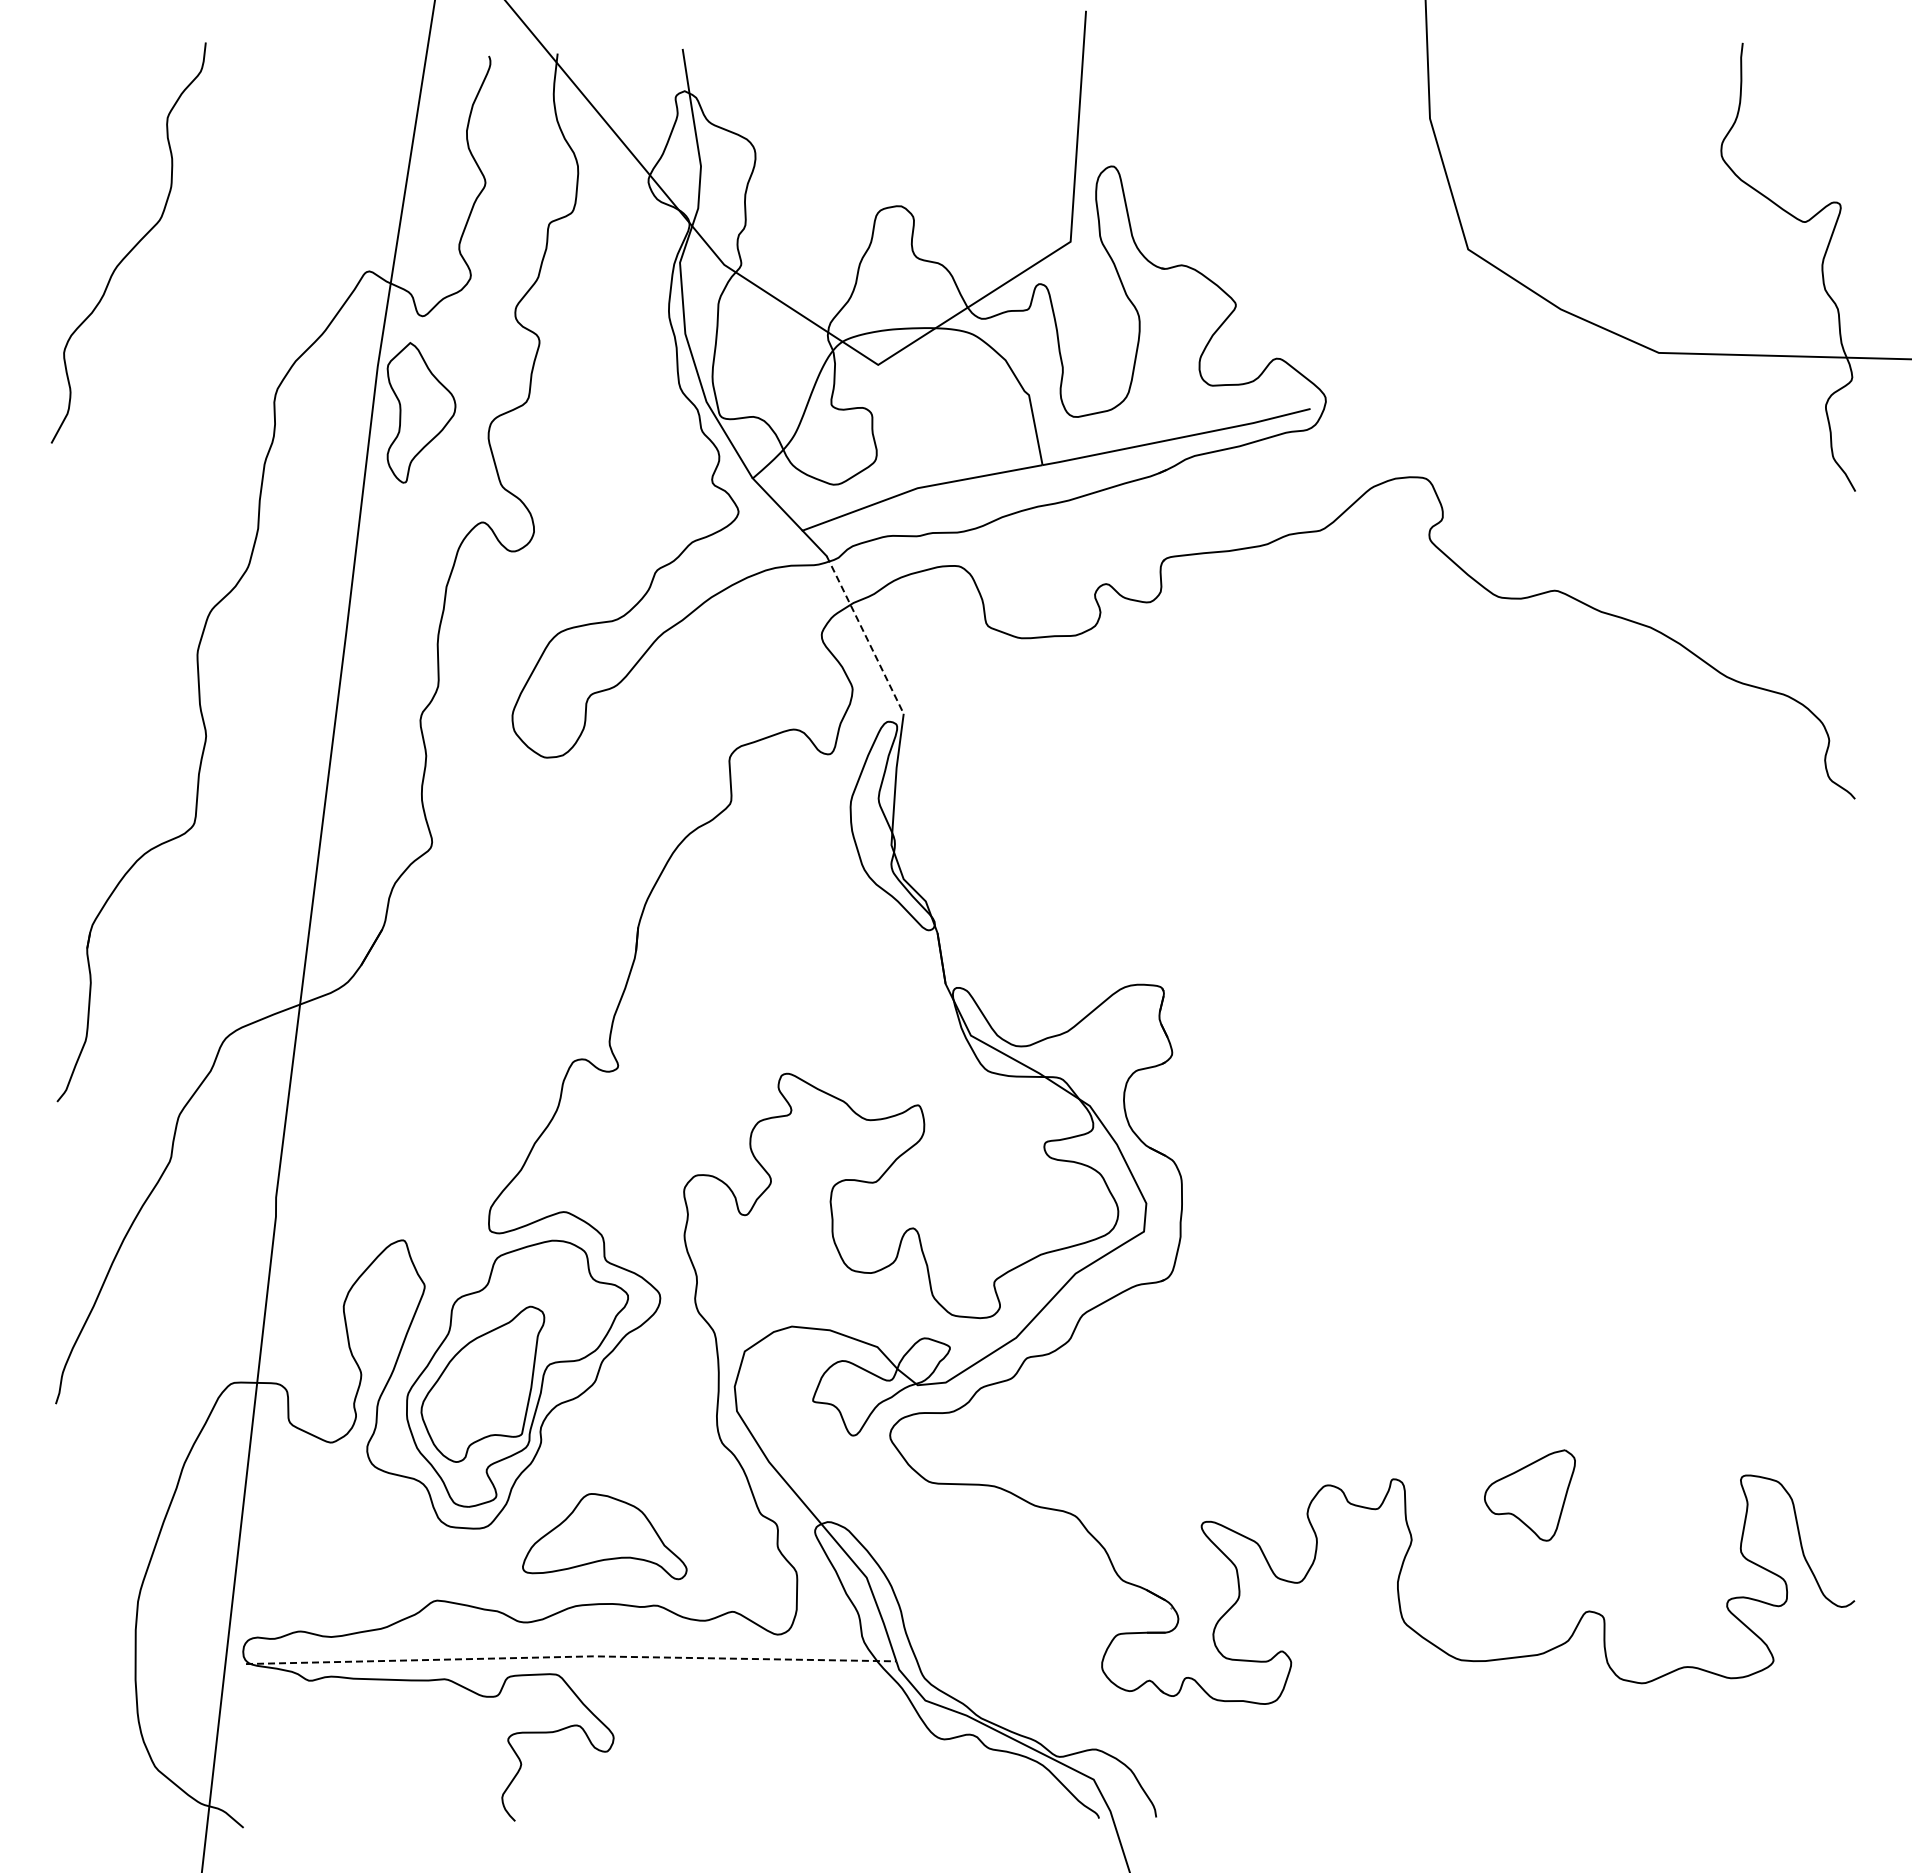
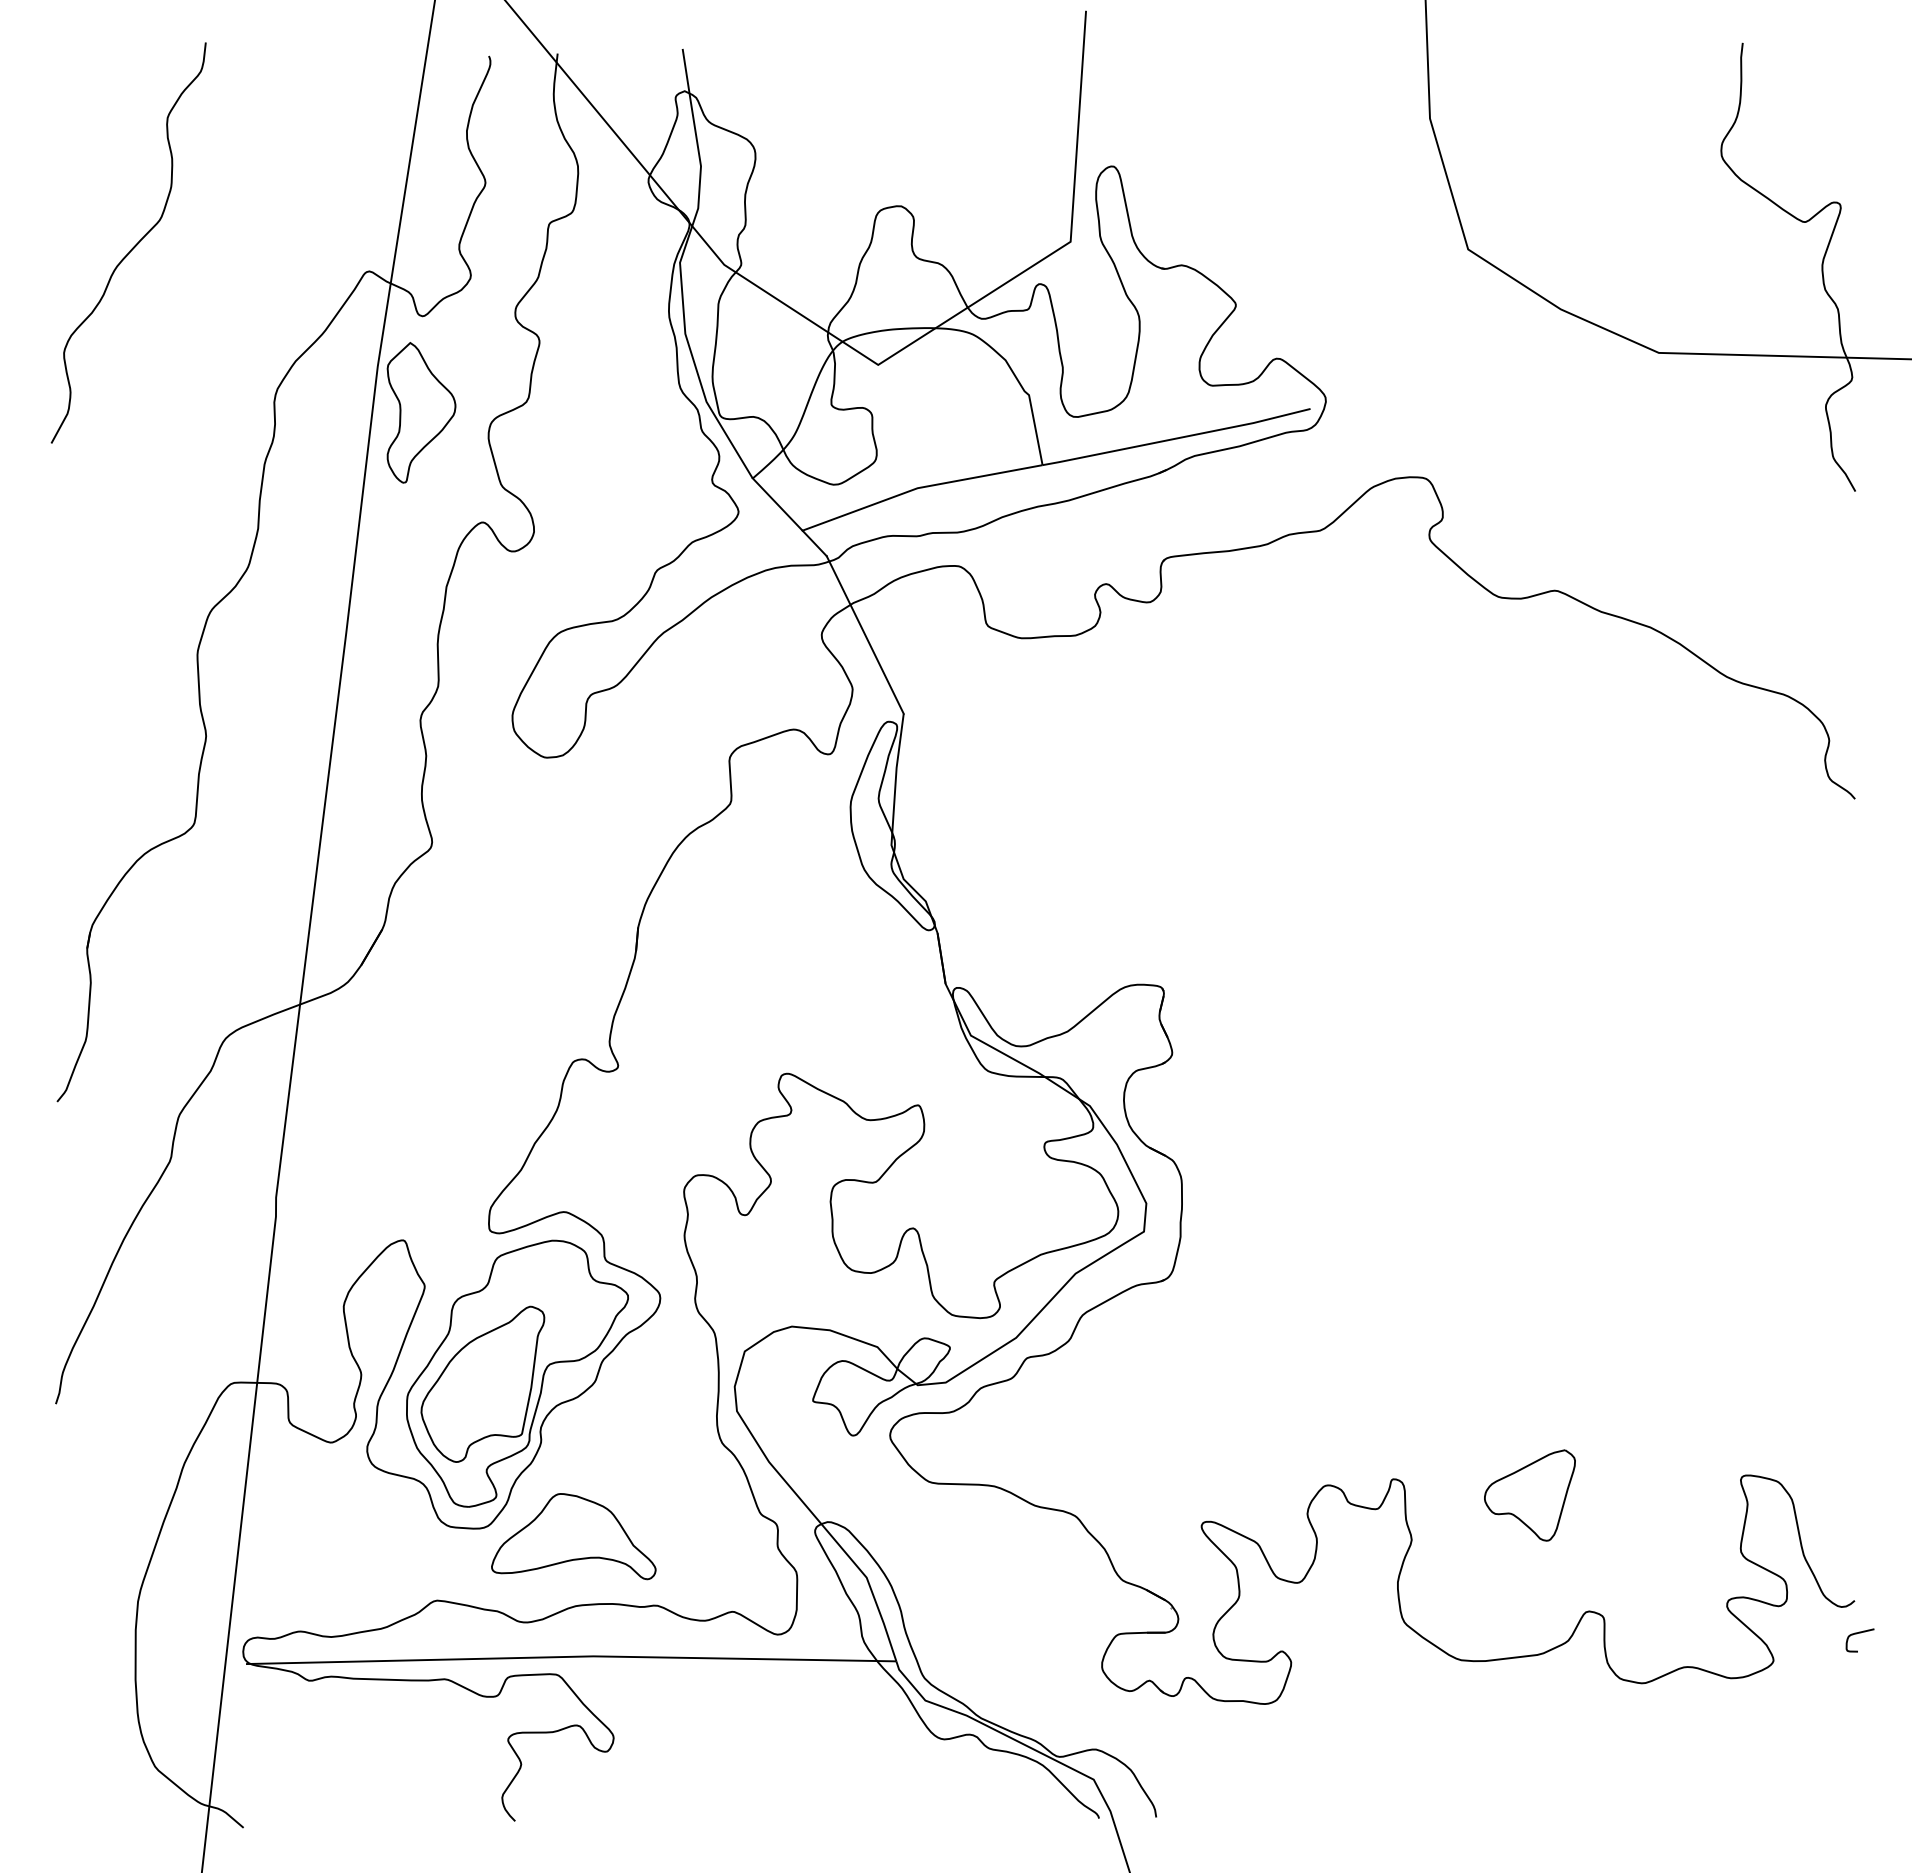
line at (865, 634): dashed -> solid
part at (604, 1536) position: (604, 1536) -> (573, 1536)
curve at (1856, 1634): none -> present
line at (572, 1656): dashed -> solid
